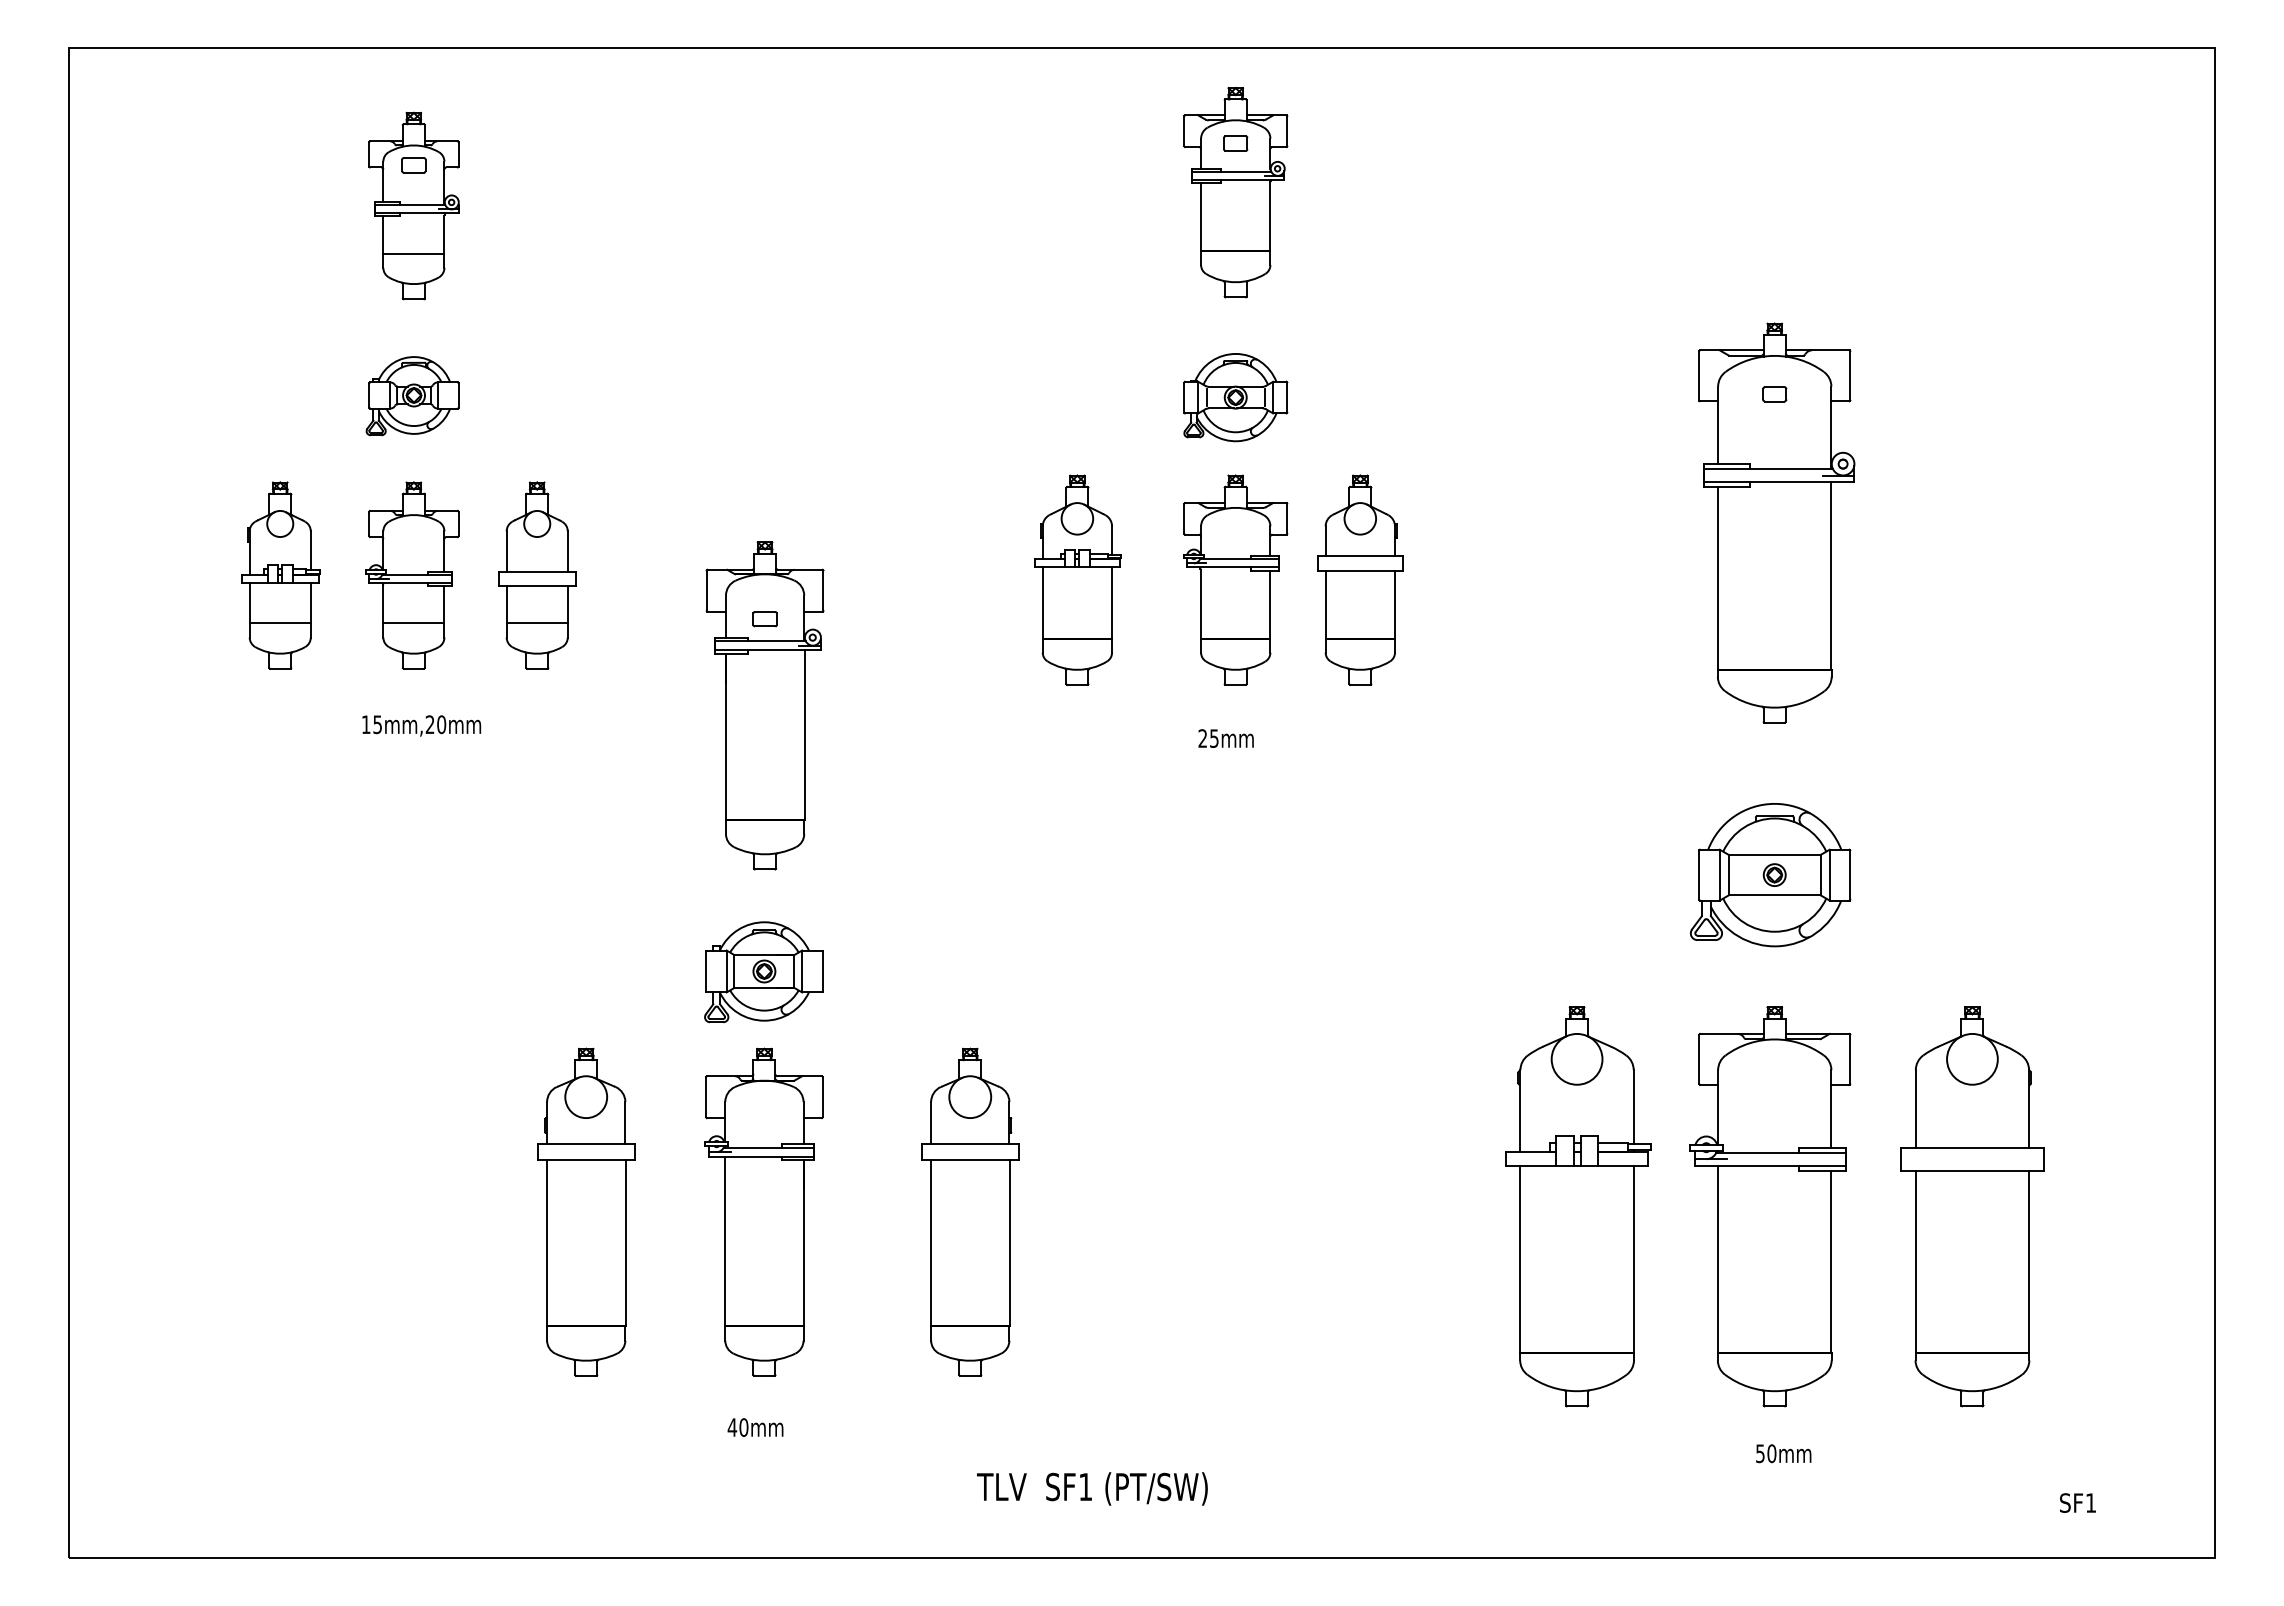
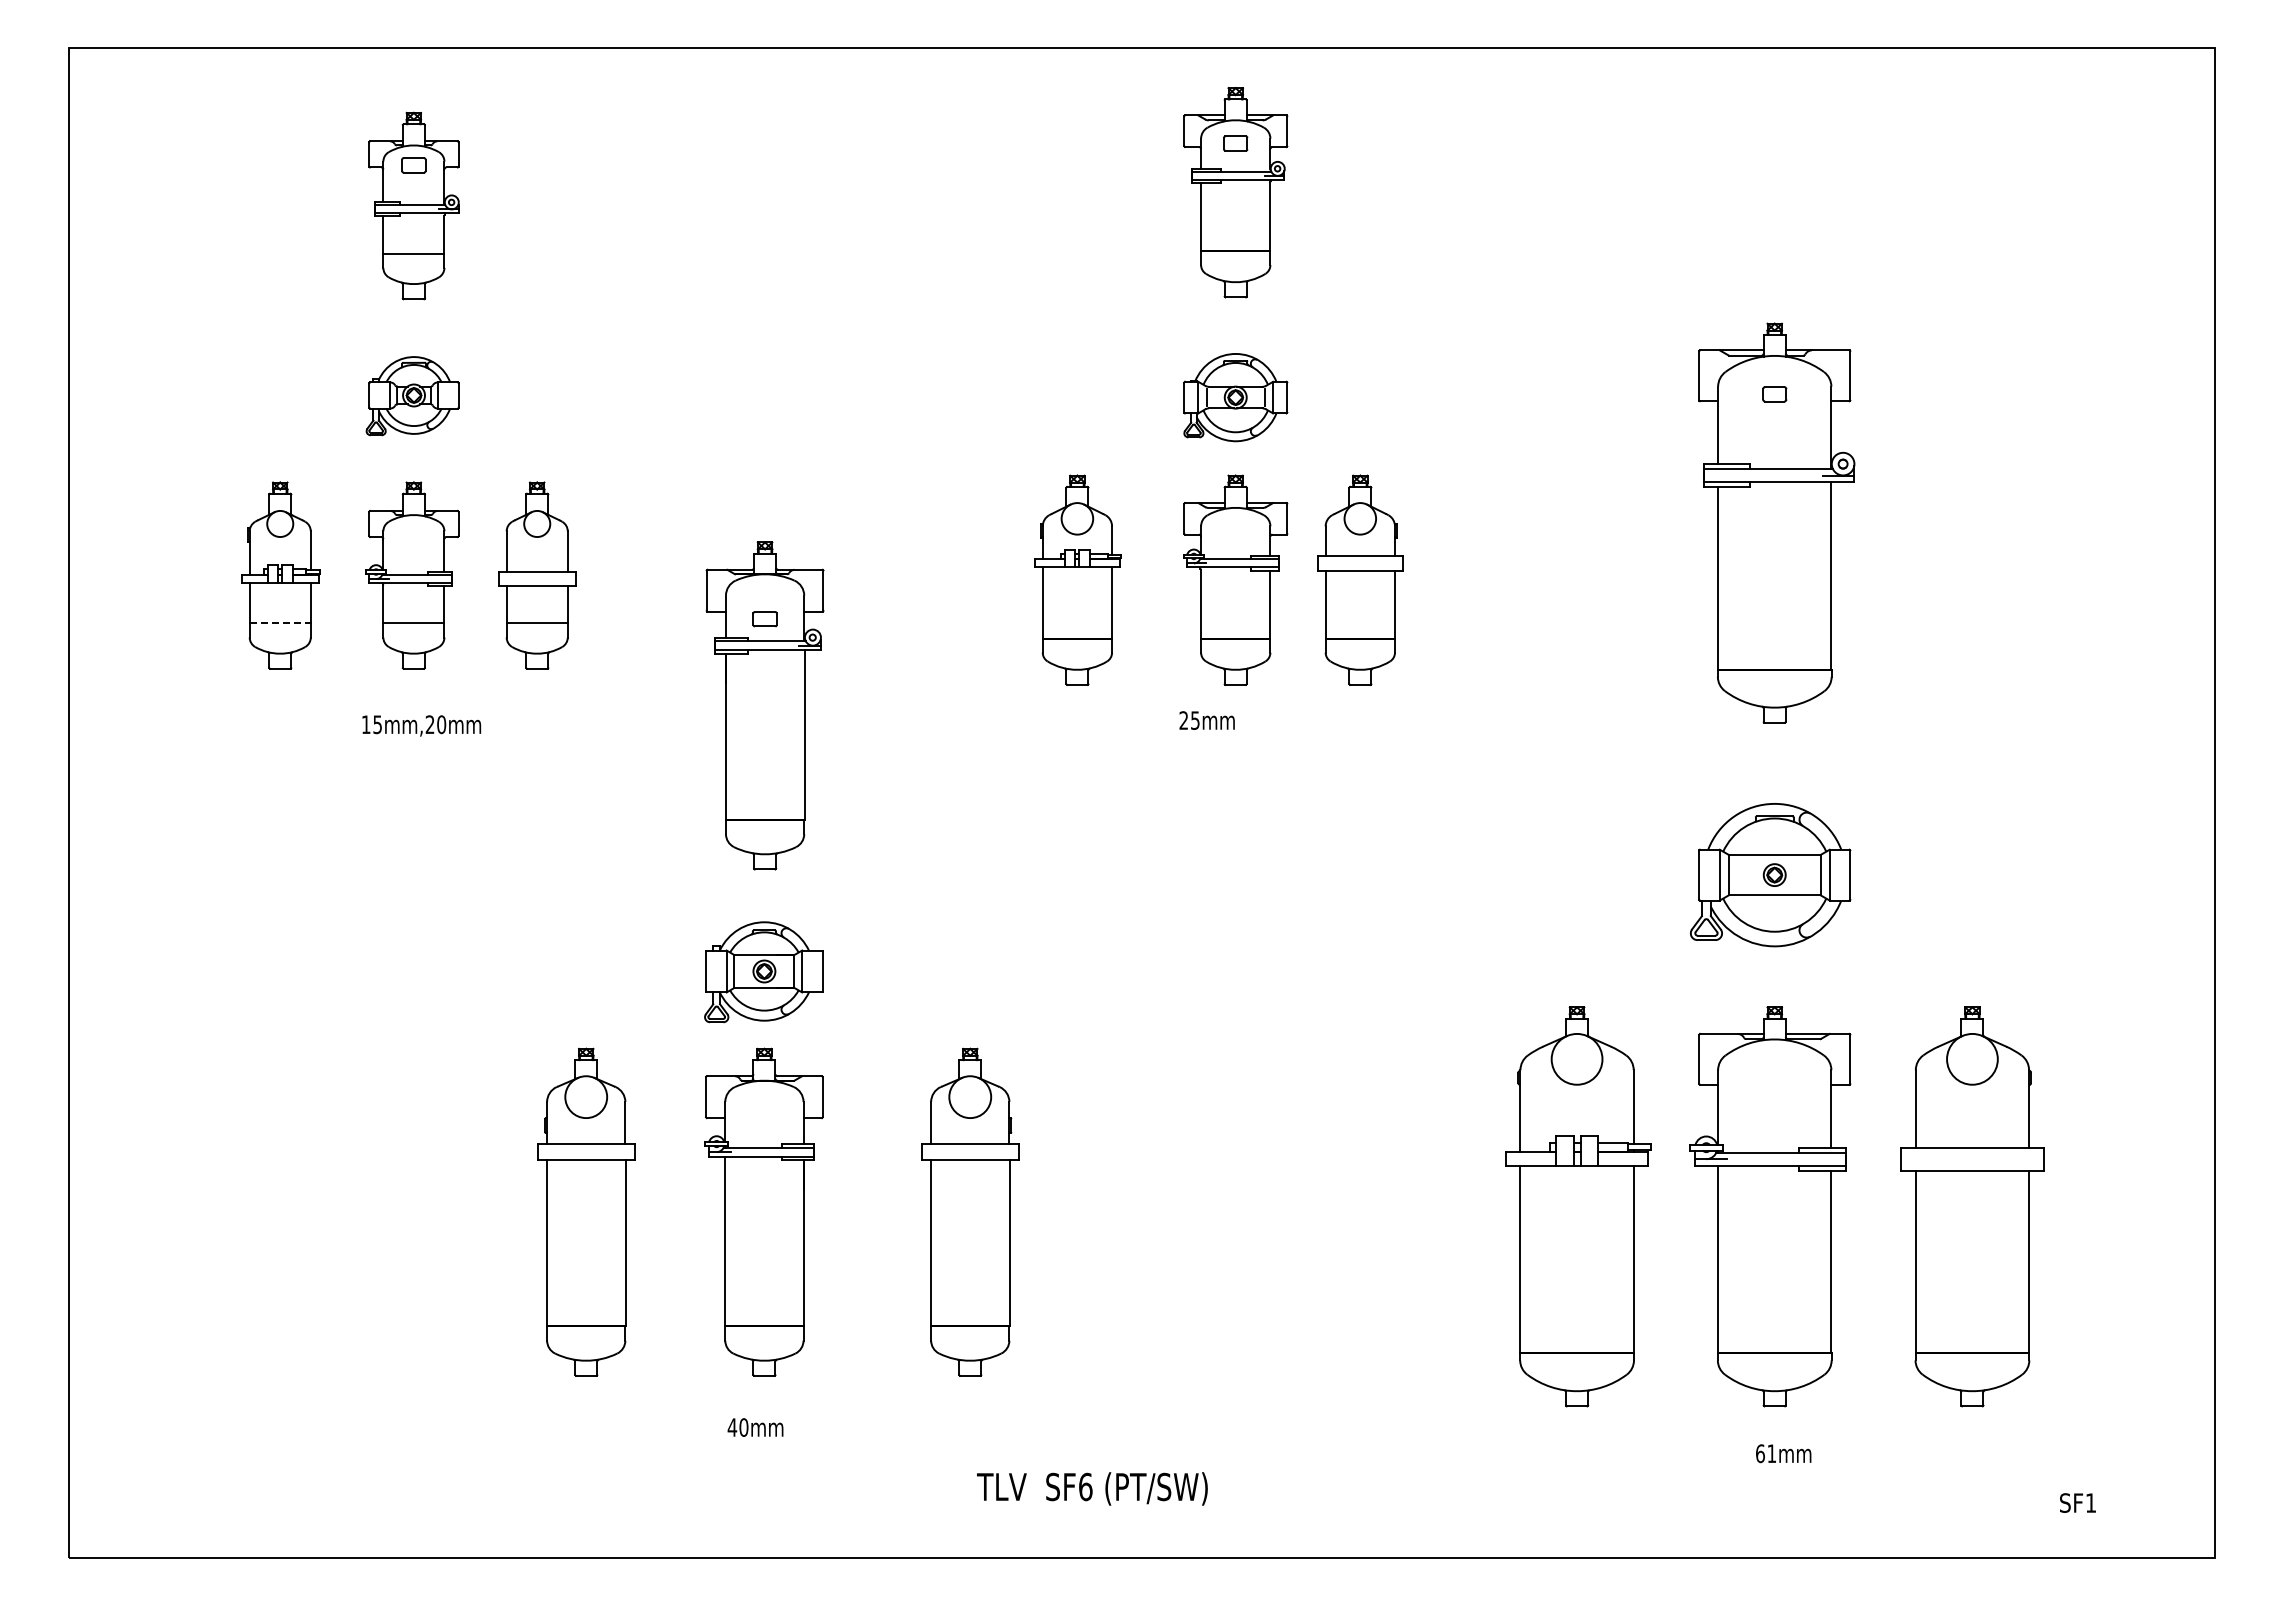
line at (280, 623): solid -> dashed
text at (1225, 738) position: (1225, 738) -> (1206, 720)
text at (1766, 1453): 50mm -> 61mm
text at (1085, 1486): SF1 -> SF6
